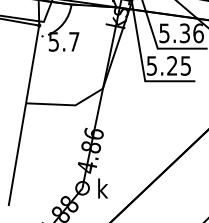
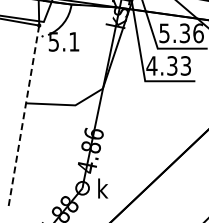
text at (74, 41): 5.7 -> 5.1
text at (168, 65): 5.25 -> 4.33
line at (23, 116): solid -> dashed
